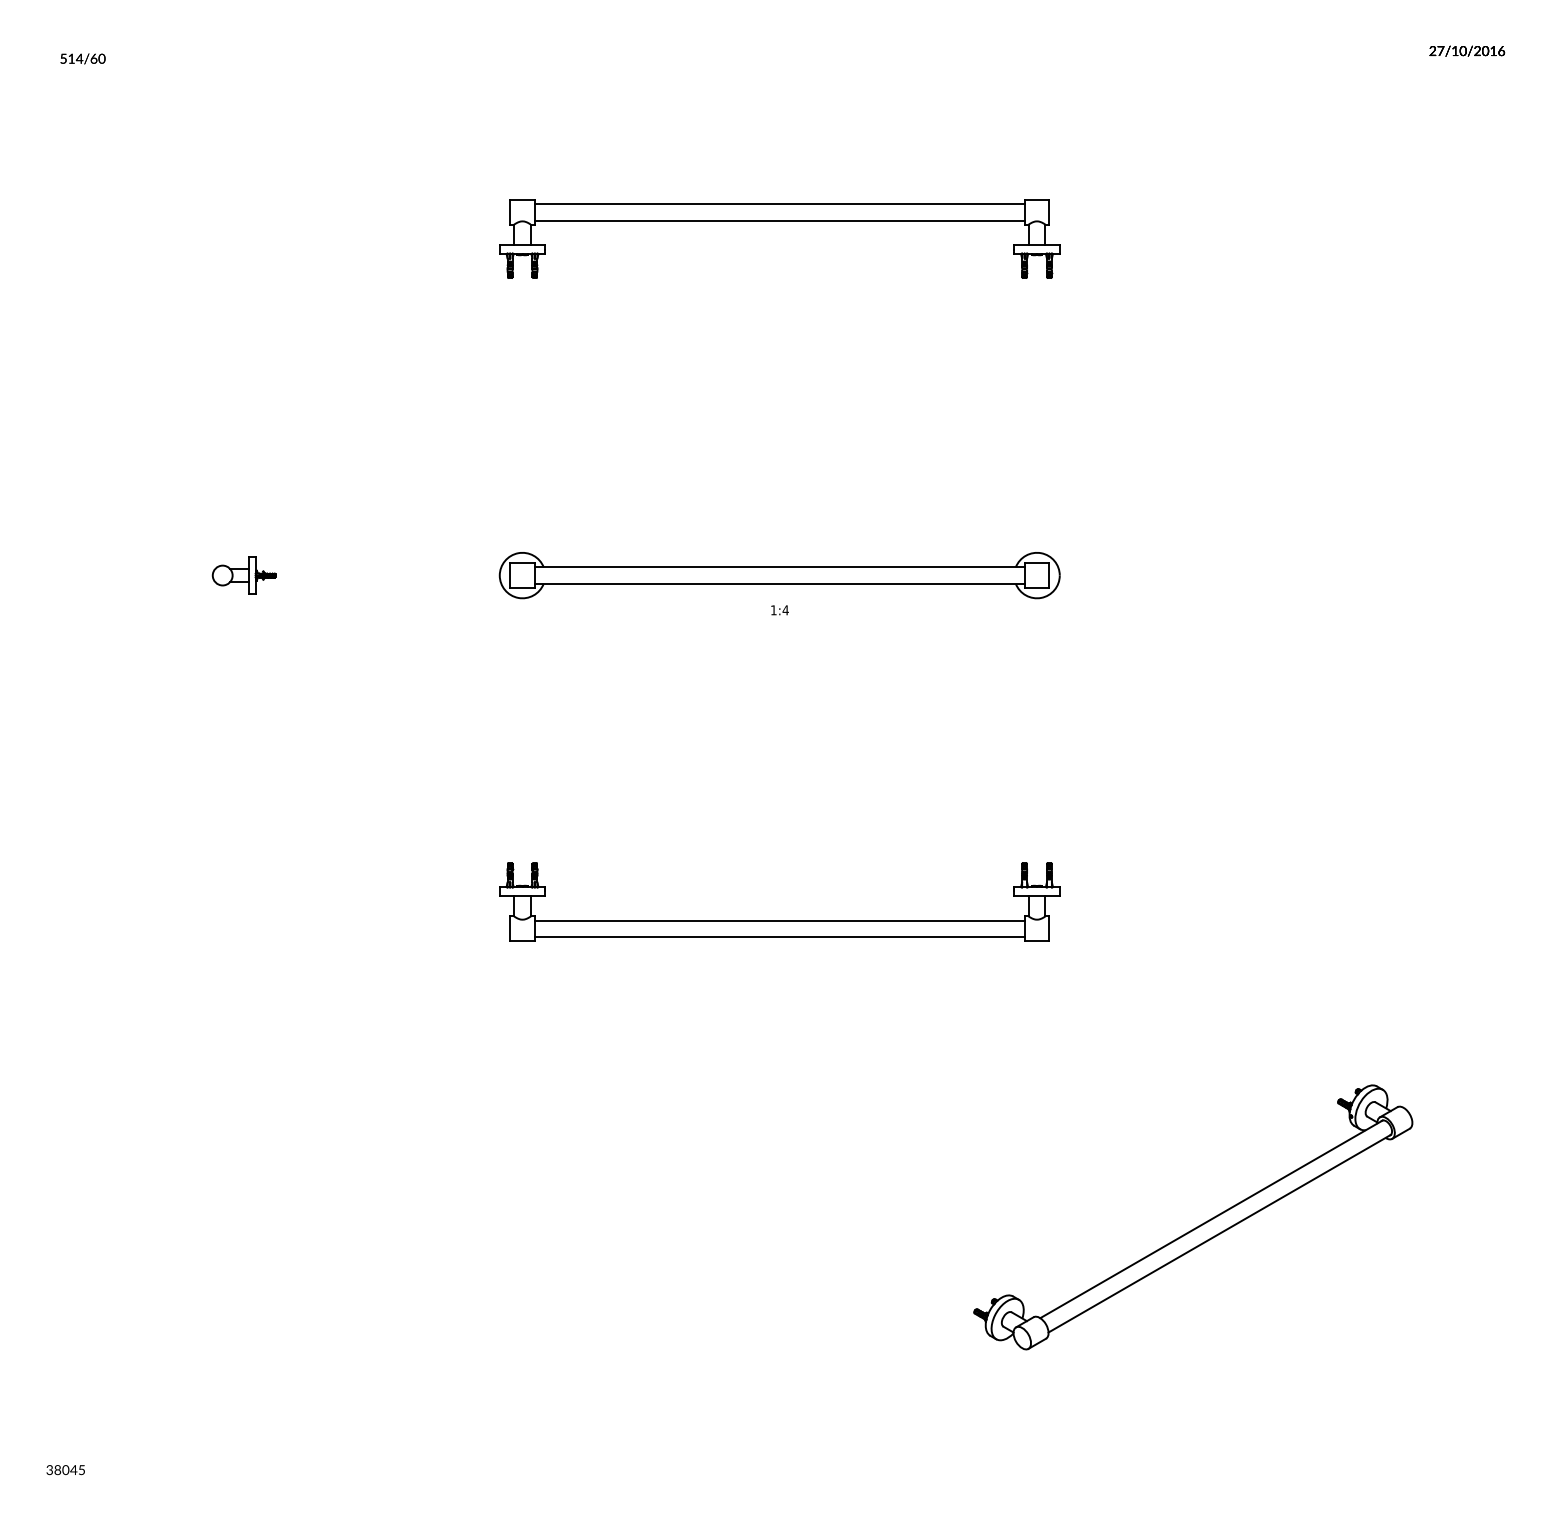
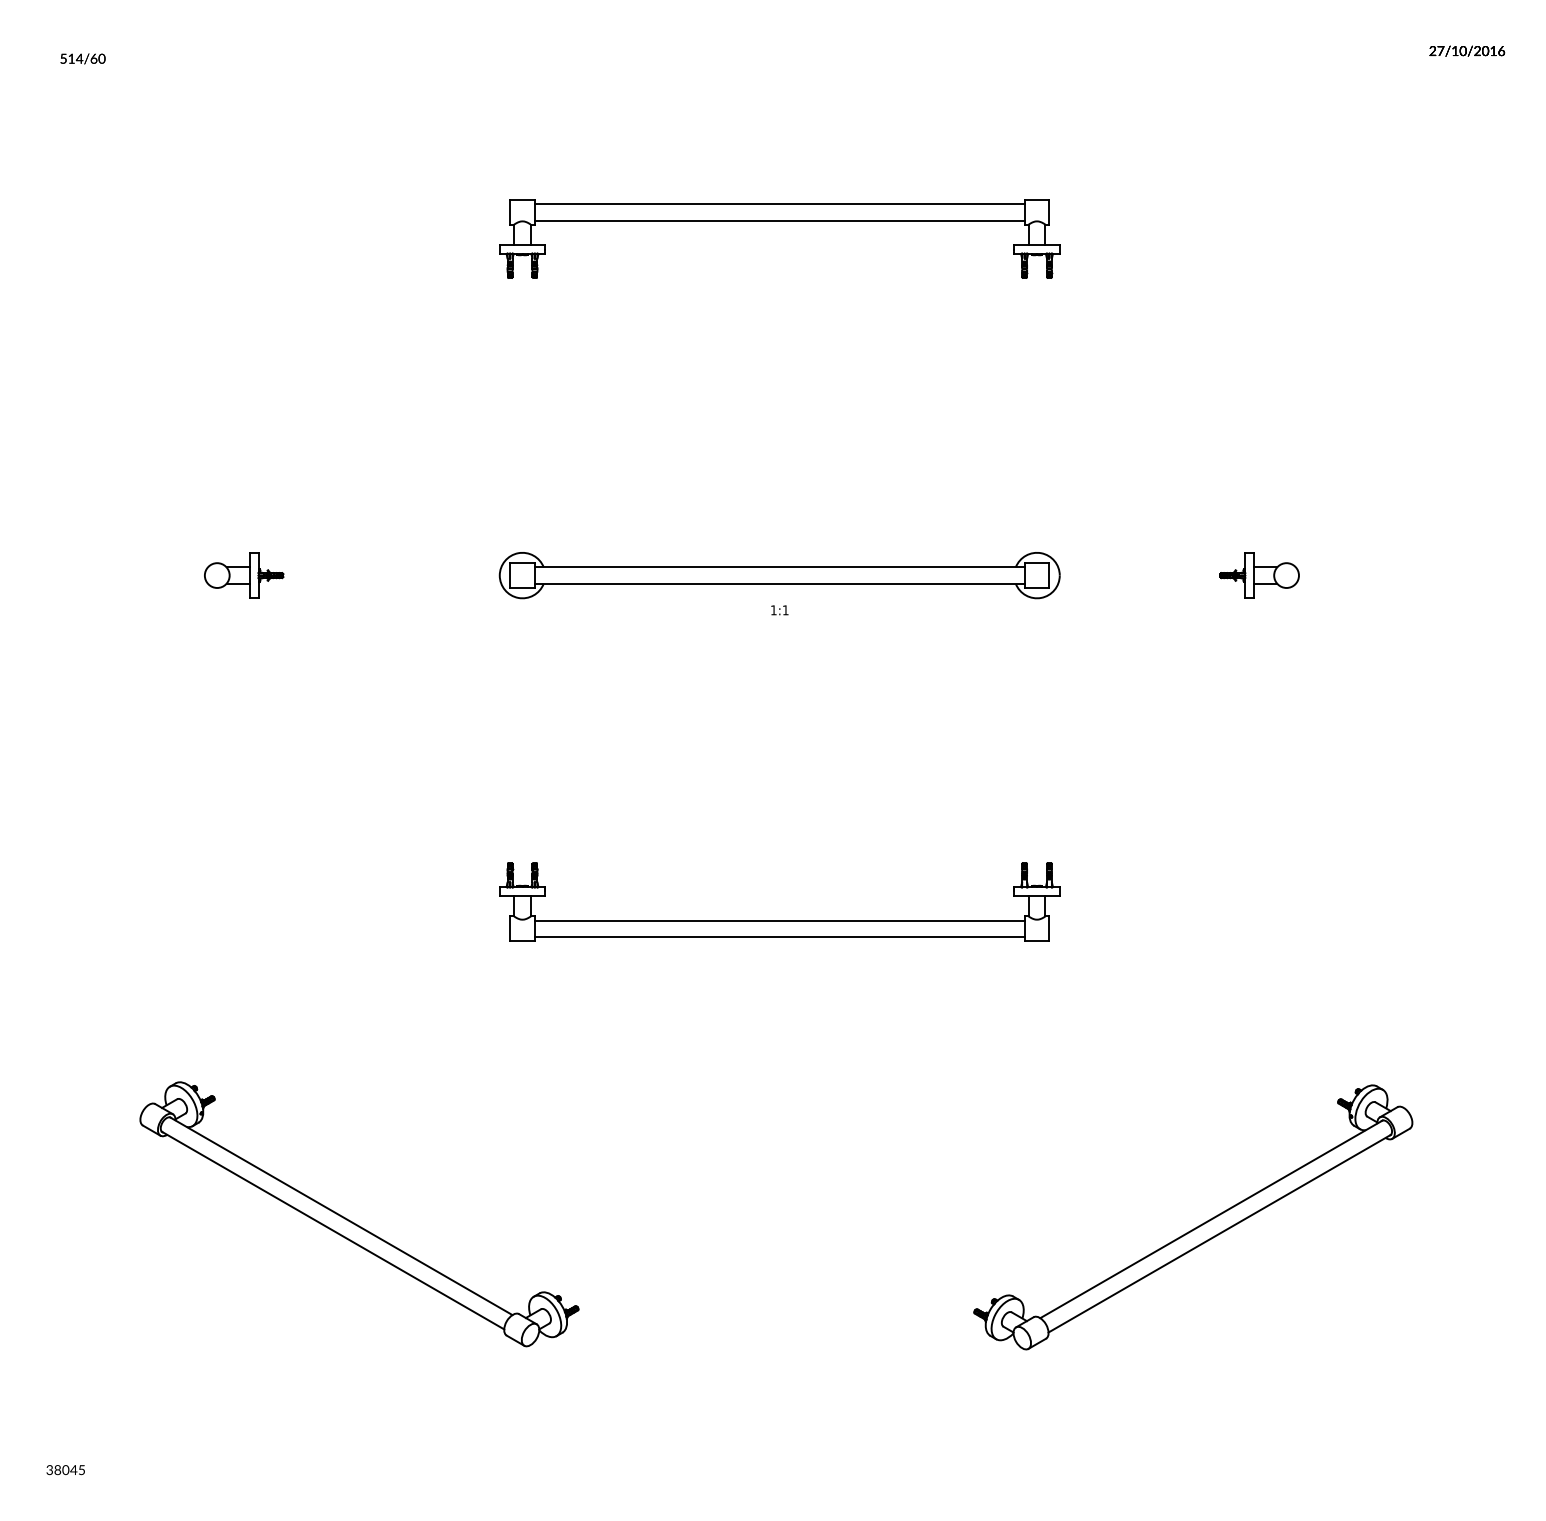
part at (243, 575) size: 66x39 px -> 81x47 px
part at (1259, 575): none -> present
text at (785, 610): 1:4 -> 1:1
part at (354, 1222): none -> present
